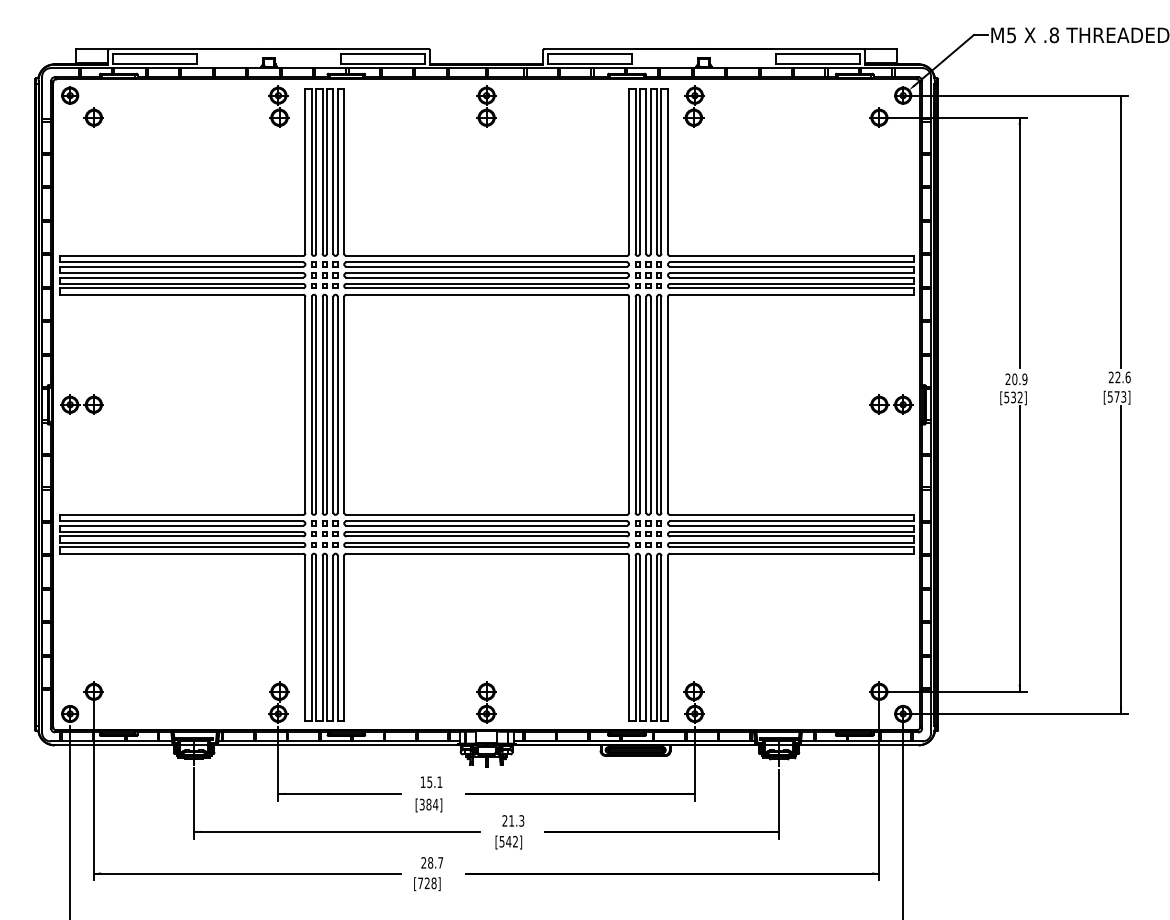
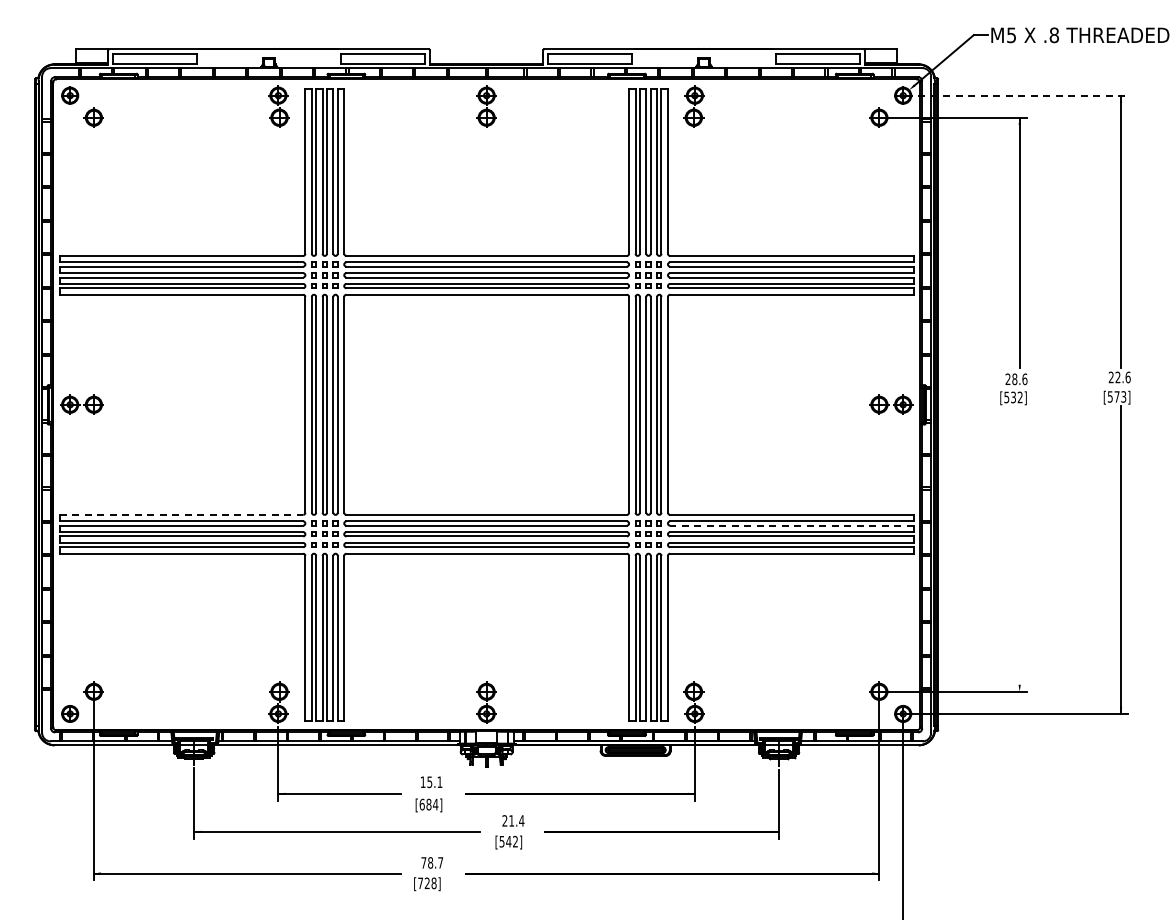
line at (1017, 95): solid -> dashed
text at (1019, 379): 20.9 -> 28.6
line at (181, 514): solid -> dashed
line at (791, 525): solid -> dashed
line at (1019, 548): present -> none
text at (421, 804): [384] -> [684]
line at (70, 820): present -> none
text at (521, 820): 21.3 -> 21.4
text at (423, 862): 28.7 -> 78.7
